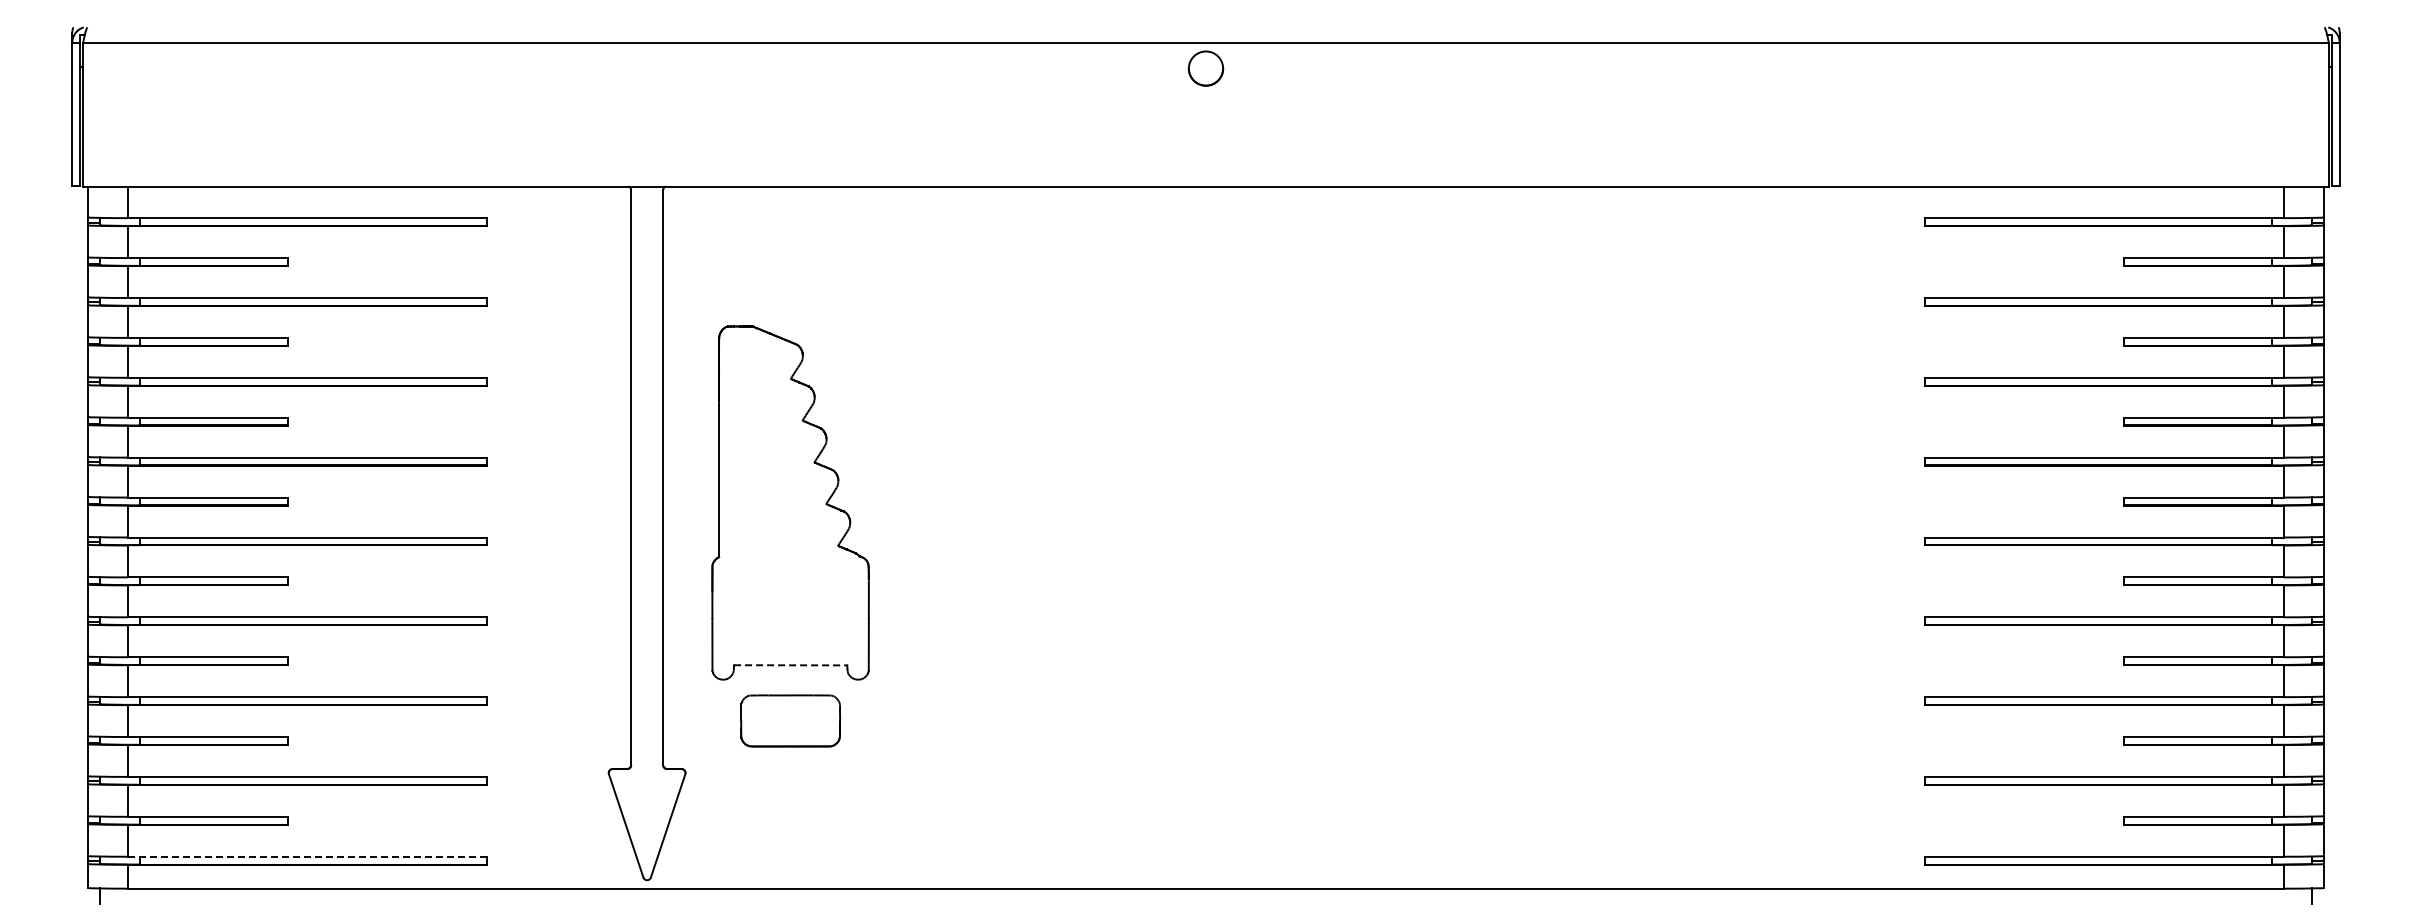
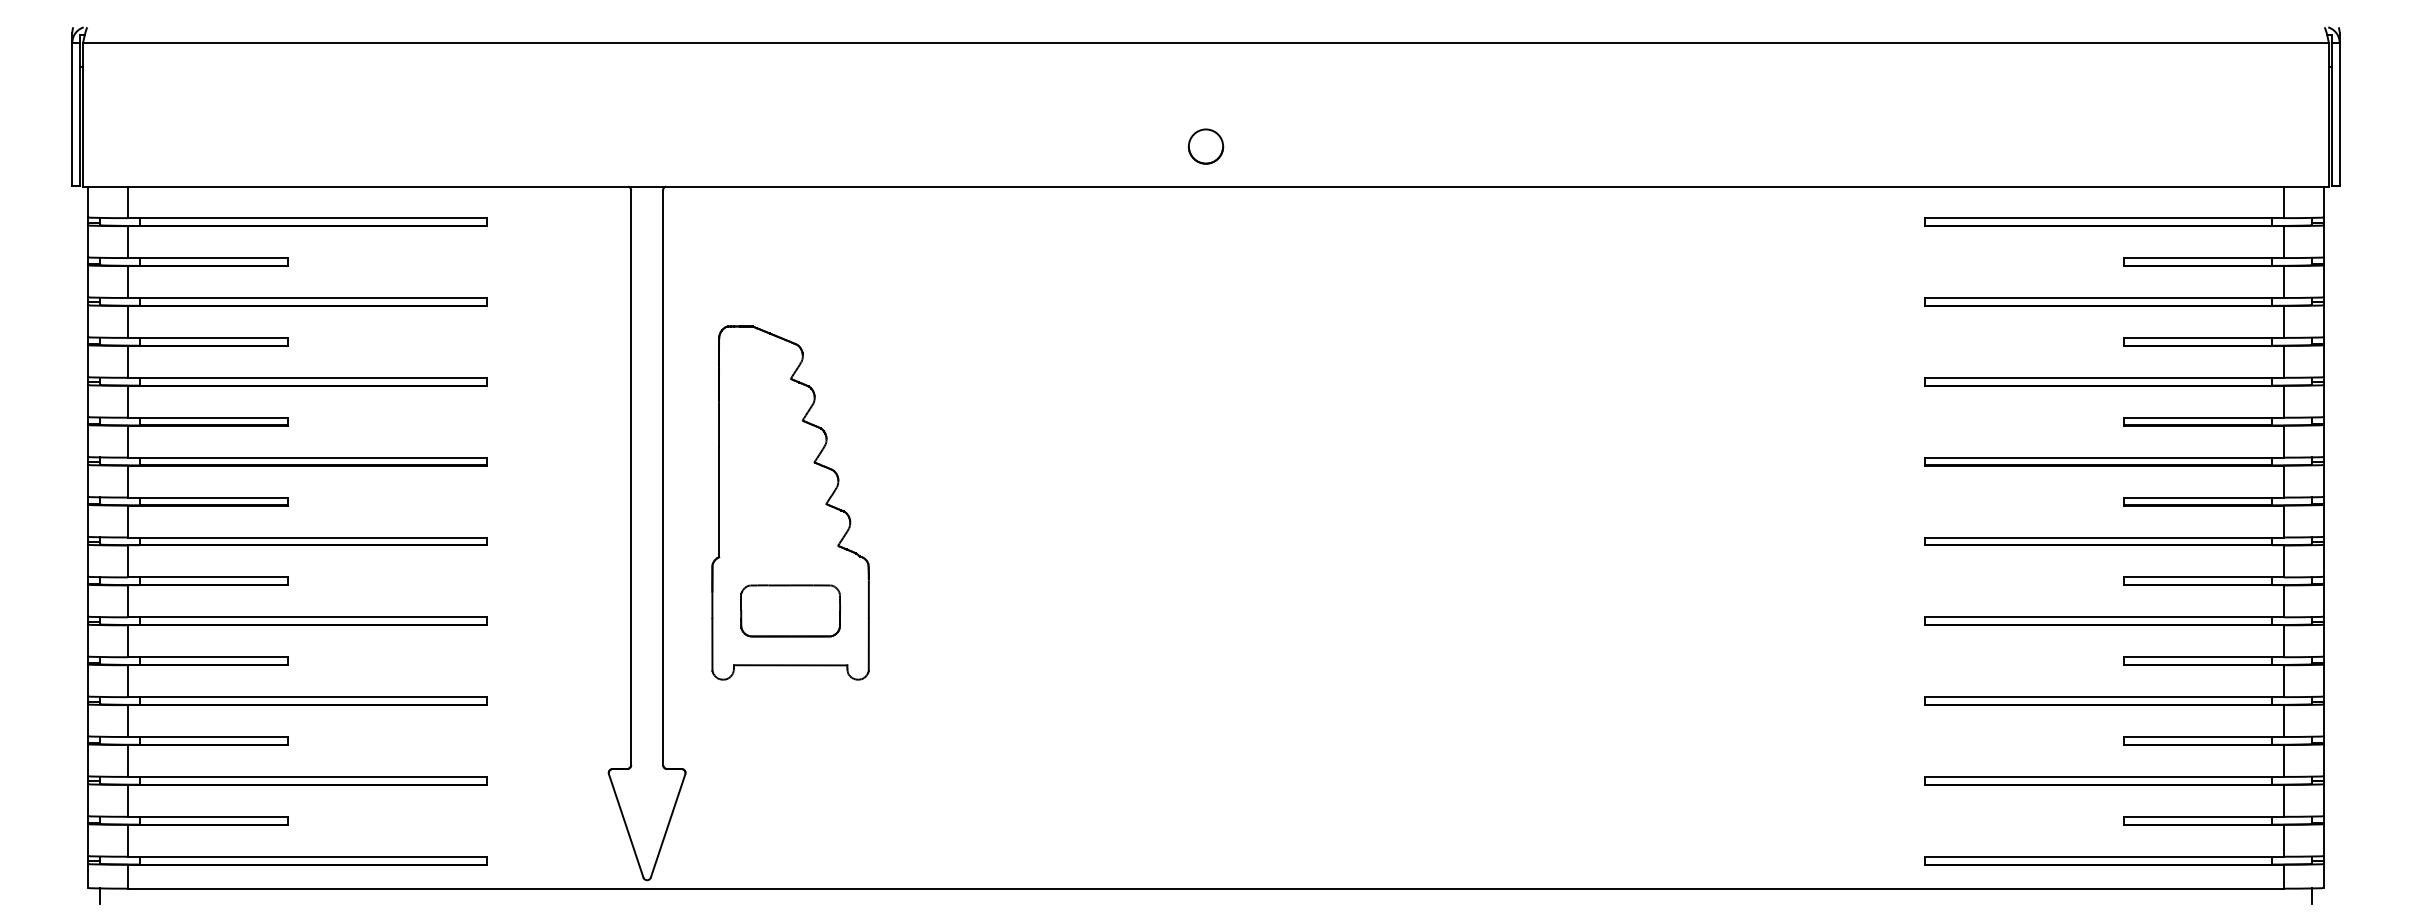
part at (1205, 68) position: (1205, 68) -> (1205, 146)
line at (790, 665): dashed -> solid
part at (790, 720) position: (790, 720) -> (790, 610)
line at (307, 856): dashed -> solid
